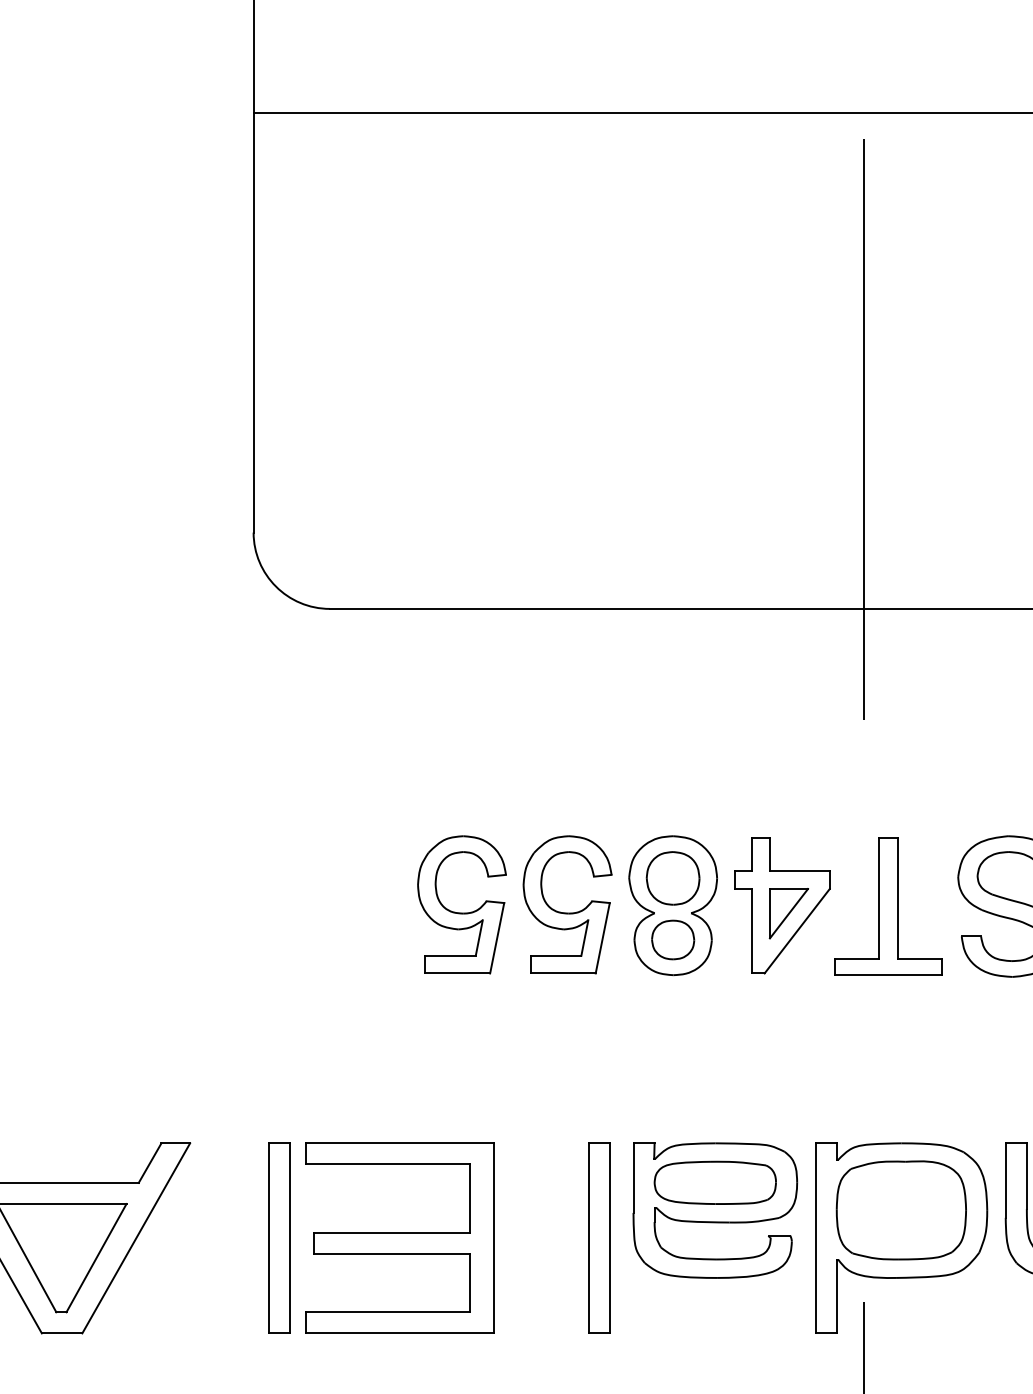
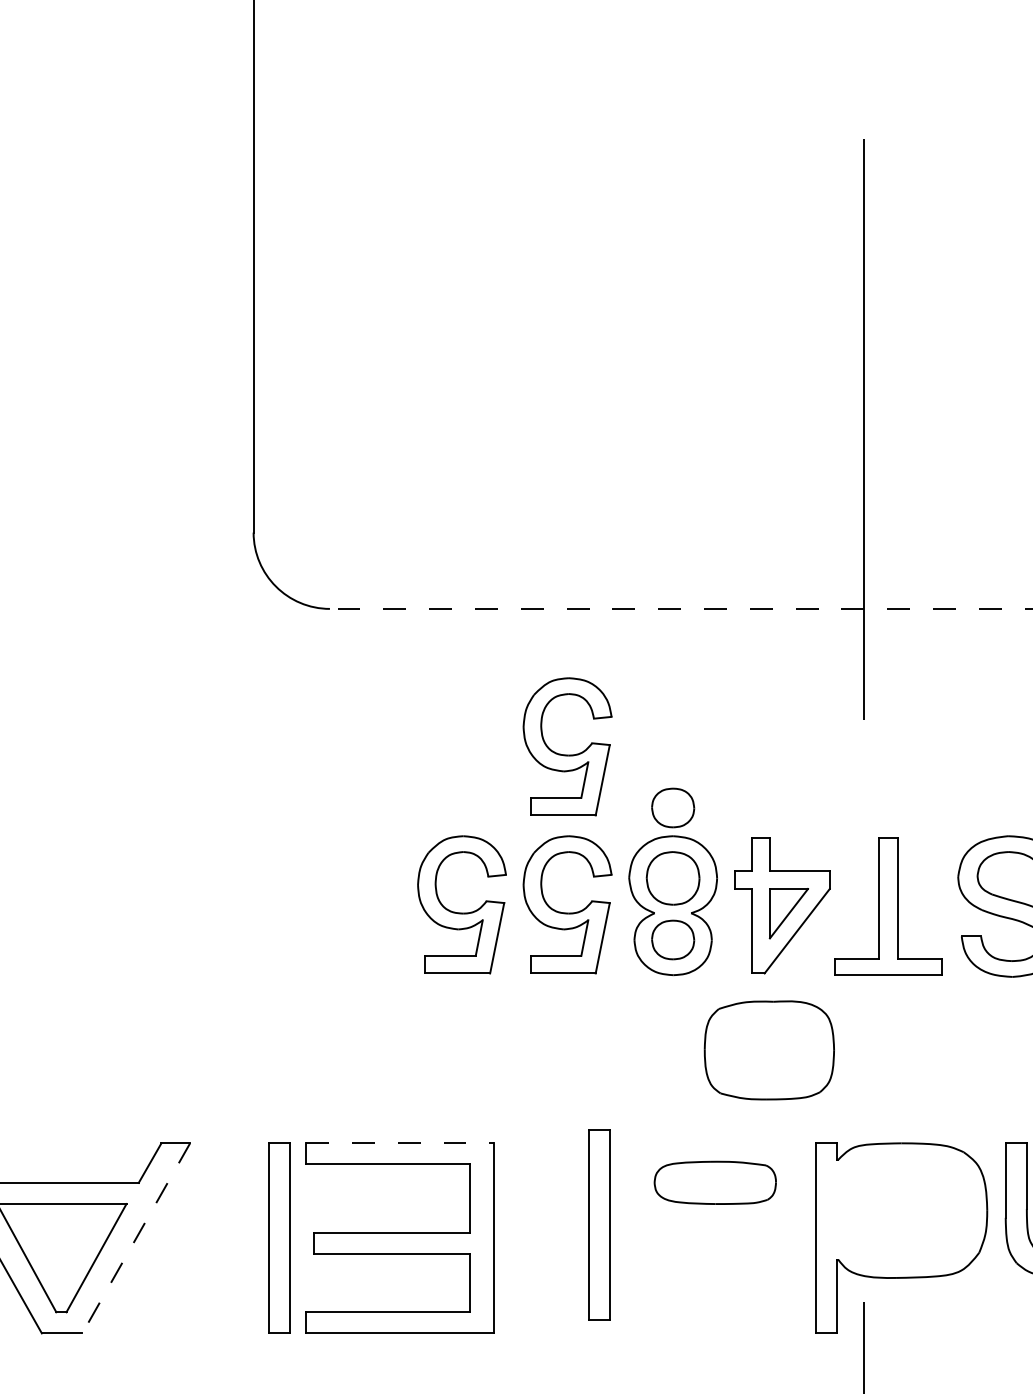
line at (641, 112): present -> none
line at (680, 608): solid -> dashed
part at (567, 754): none -> present
part at (673, 807): none -> present
line at (399, 1143): solid -> dashed
part at (715, 1210): present -> none
part at (900, 1210) position: (900, 1210) -> (768, 1050)
part at (599, 1237) position: (599, 1237) -> (599, 1224)
line at (136, 1238): solid -> dashed
